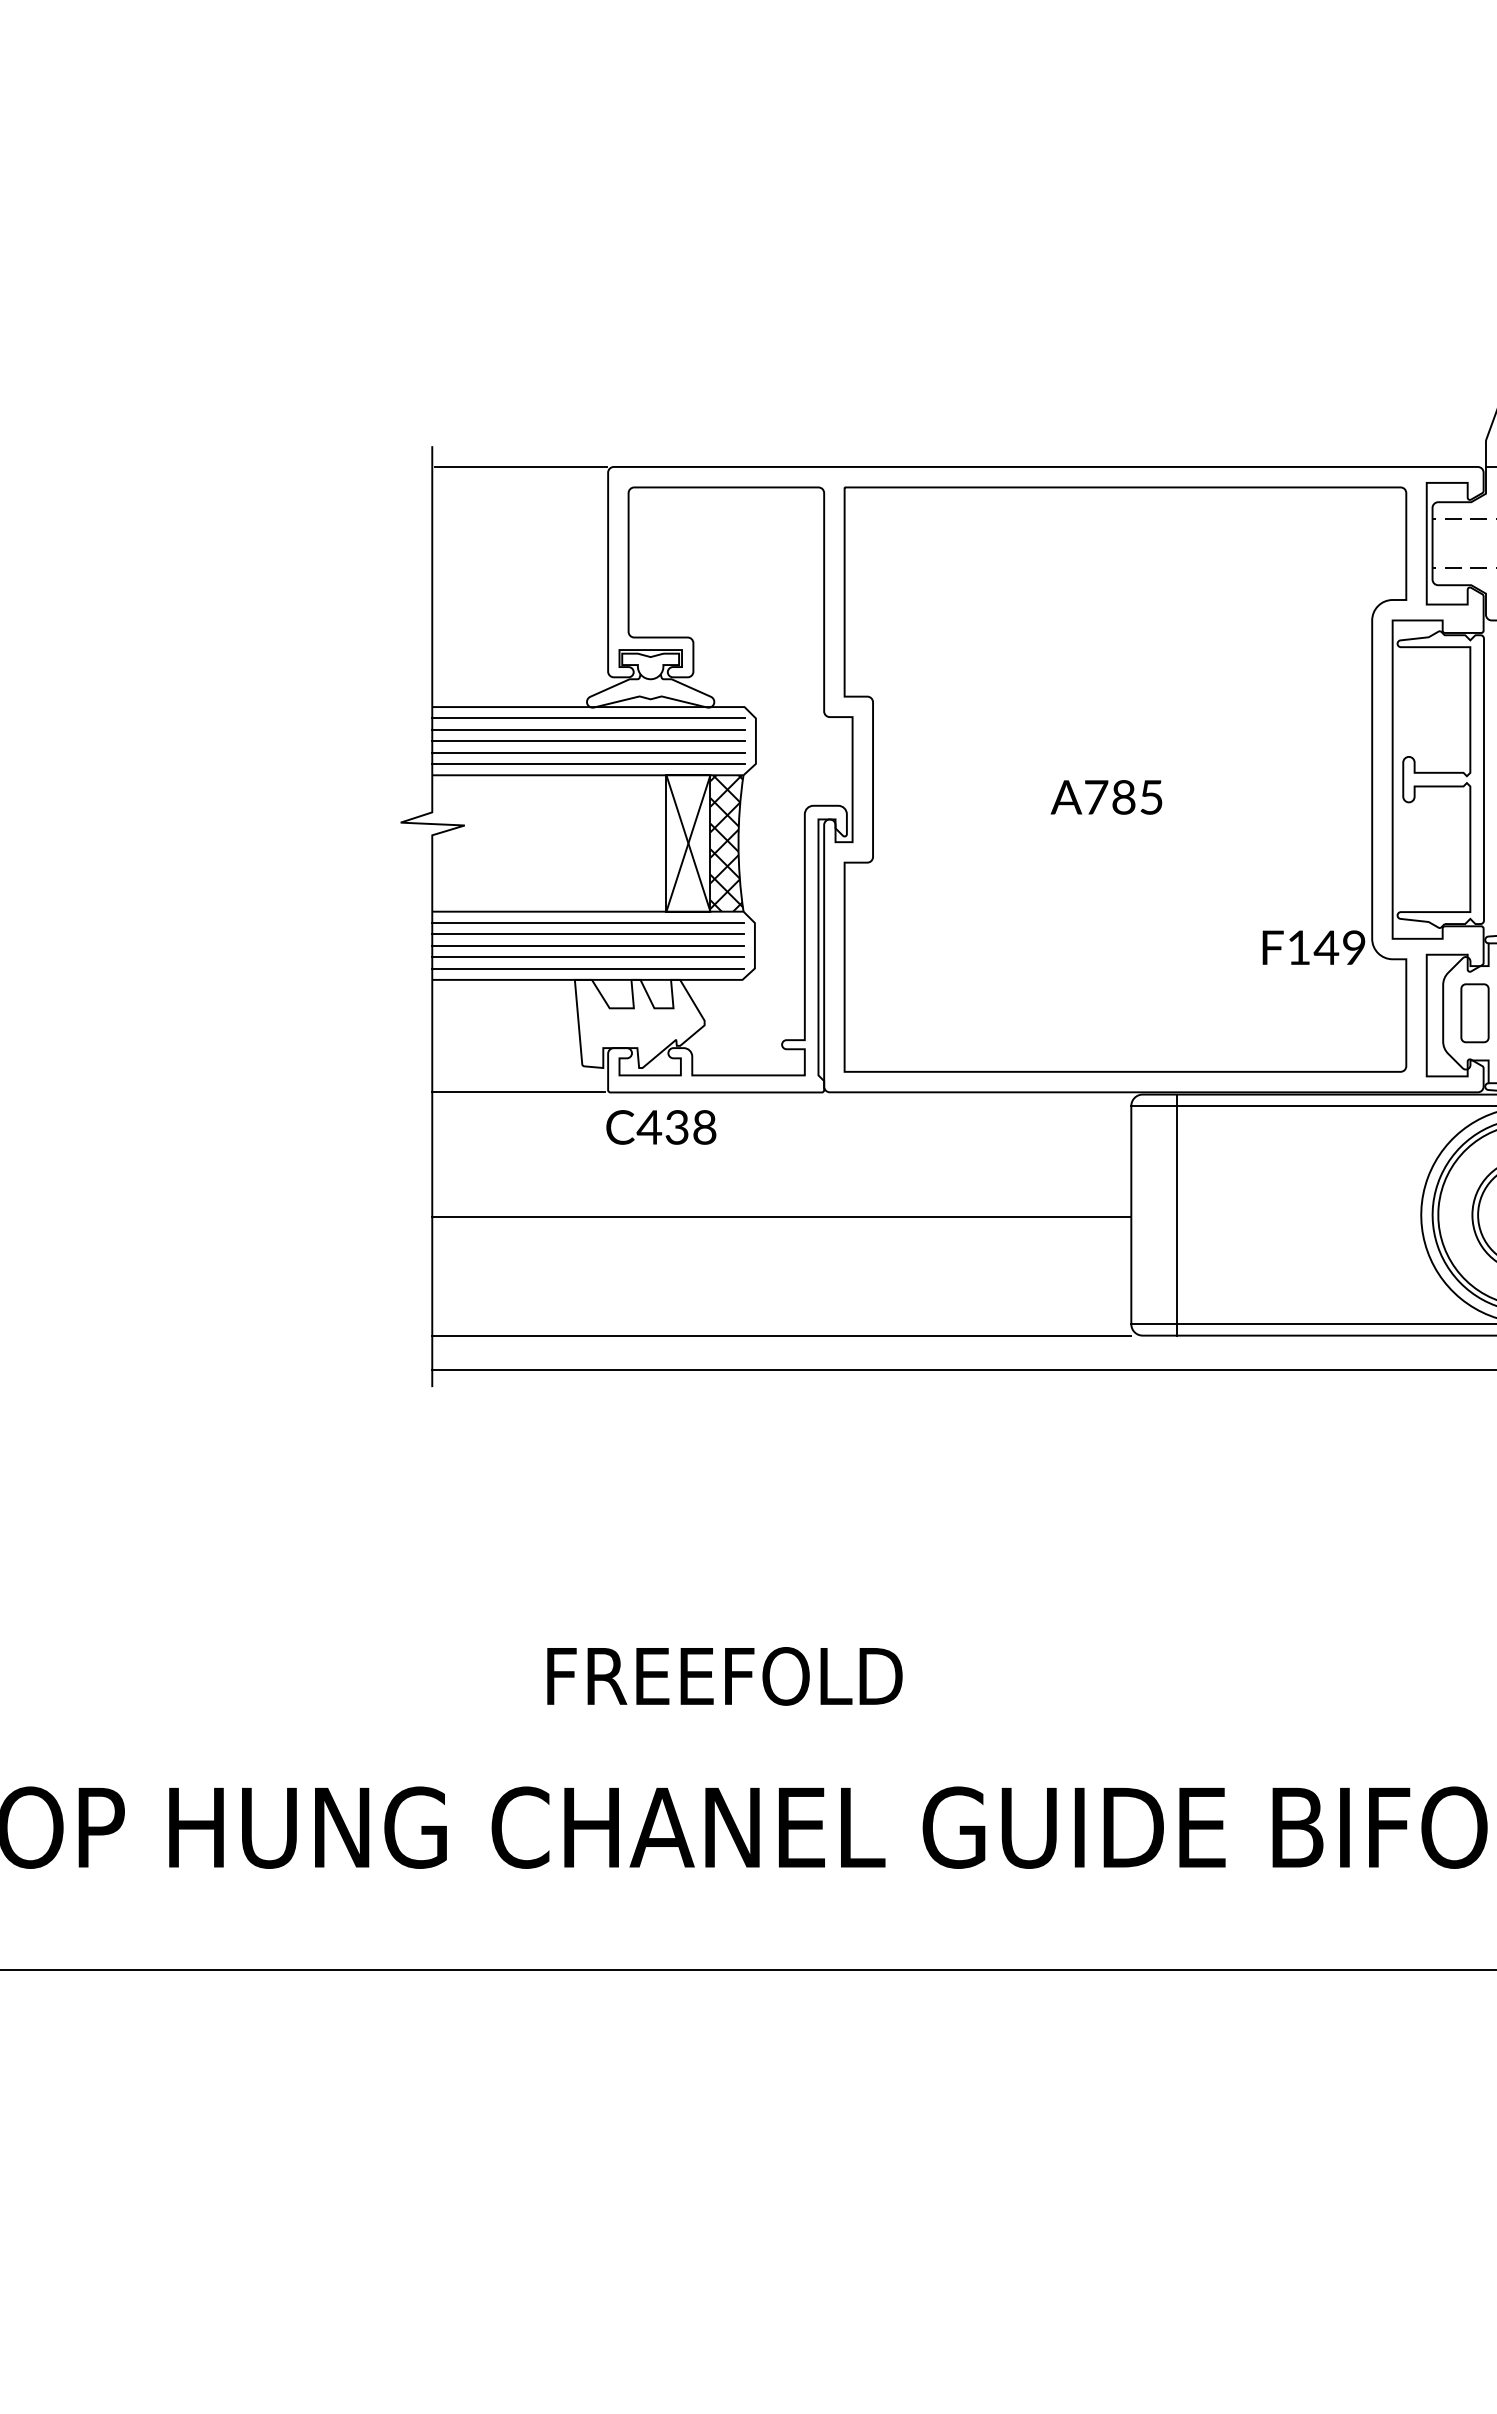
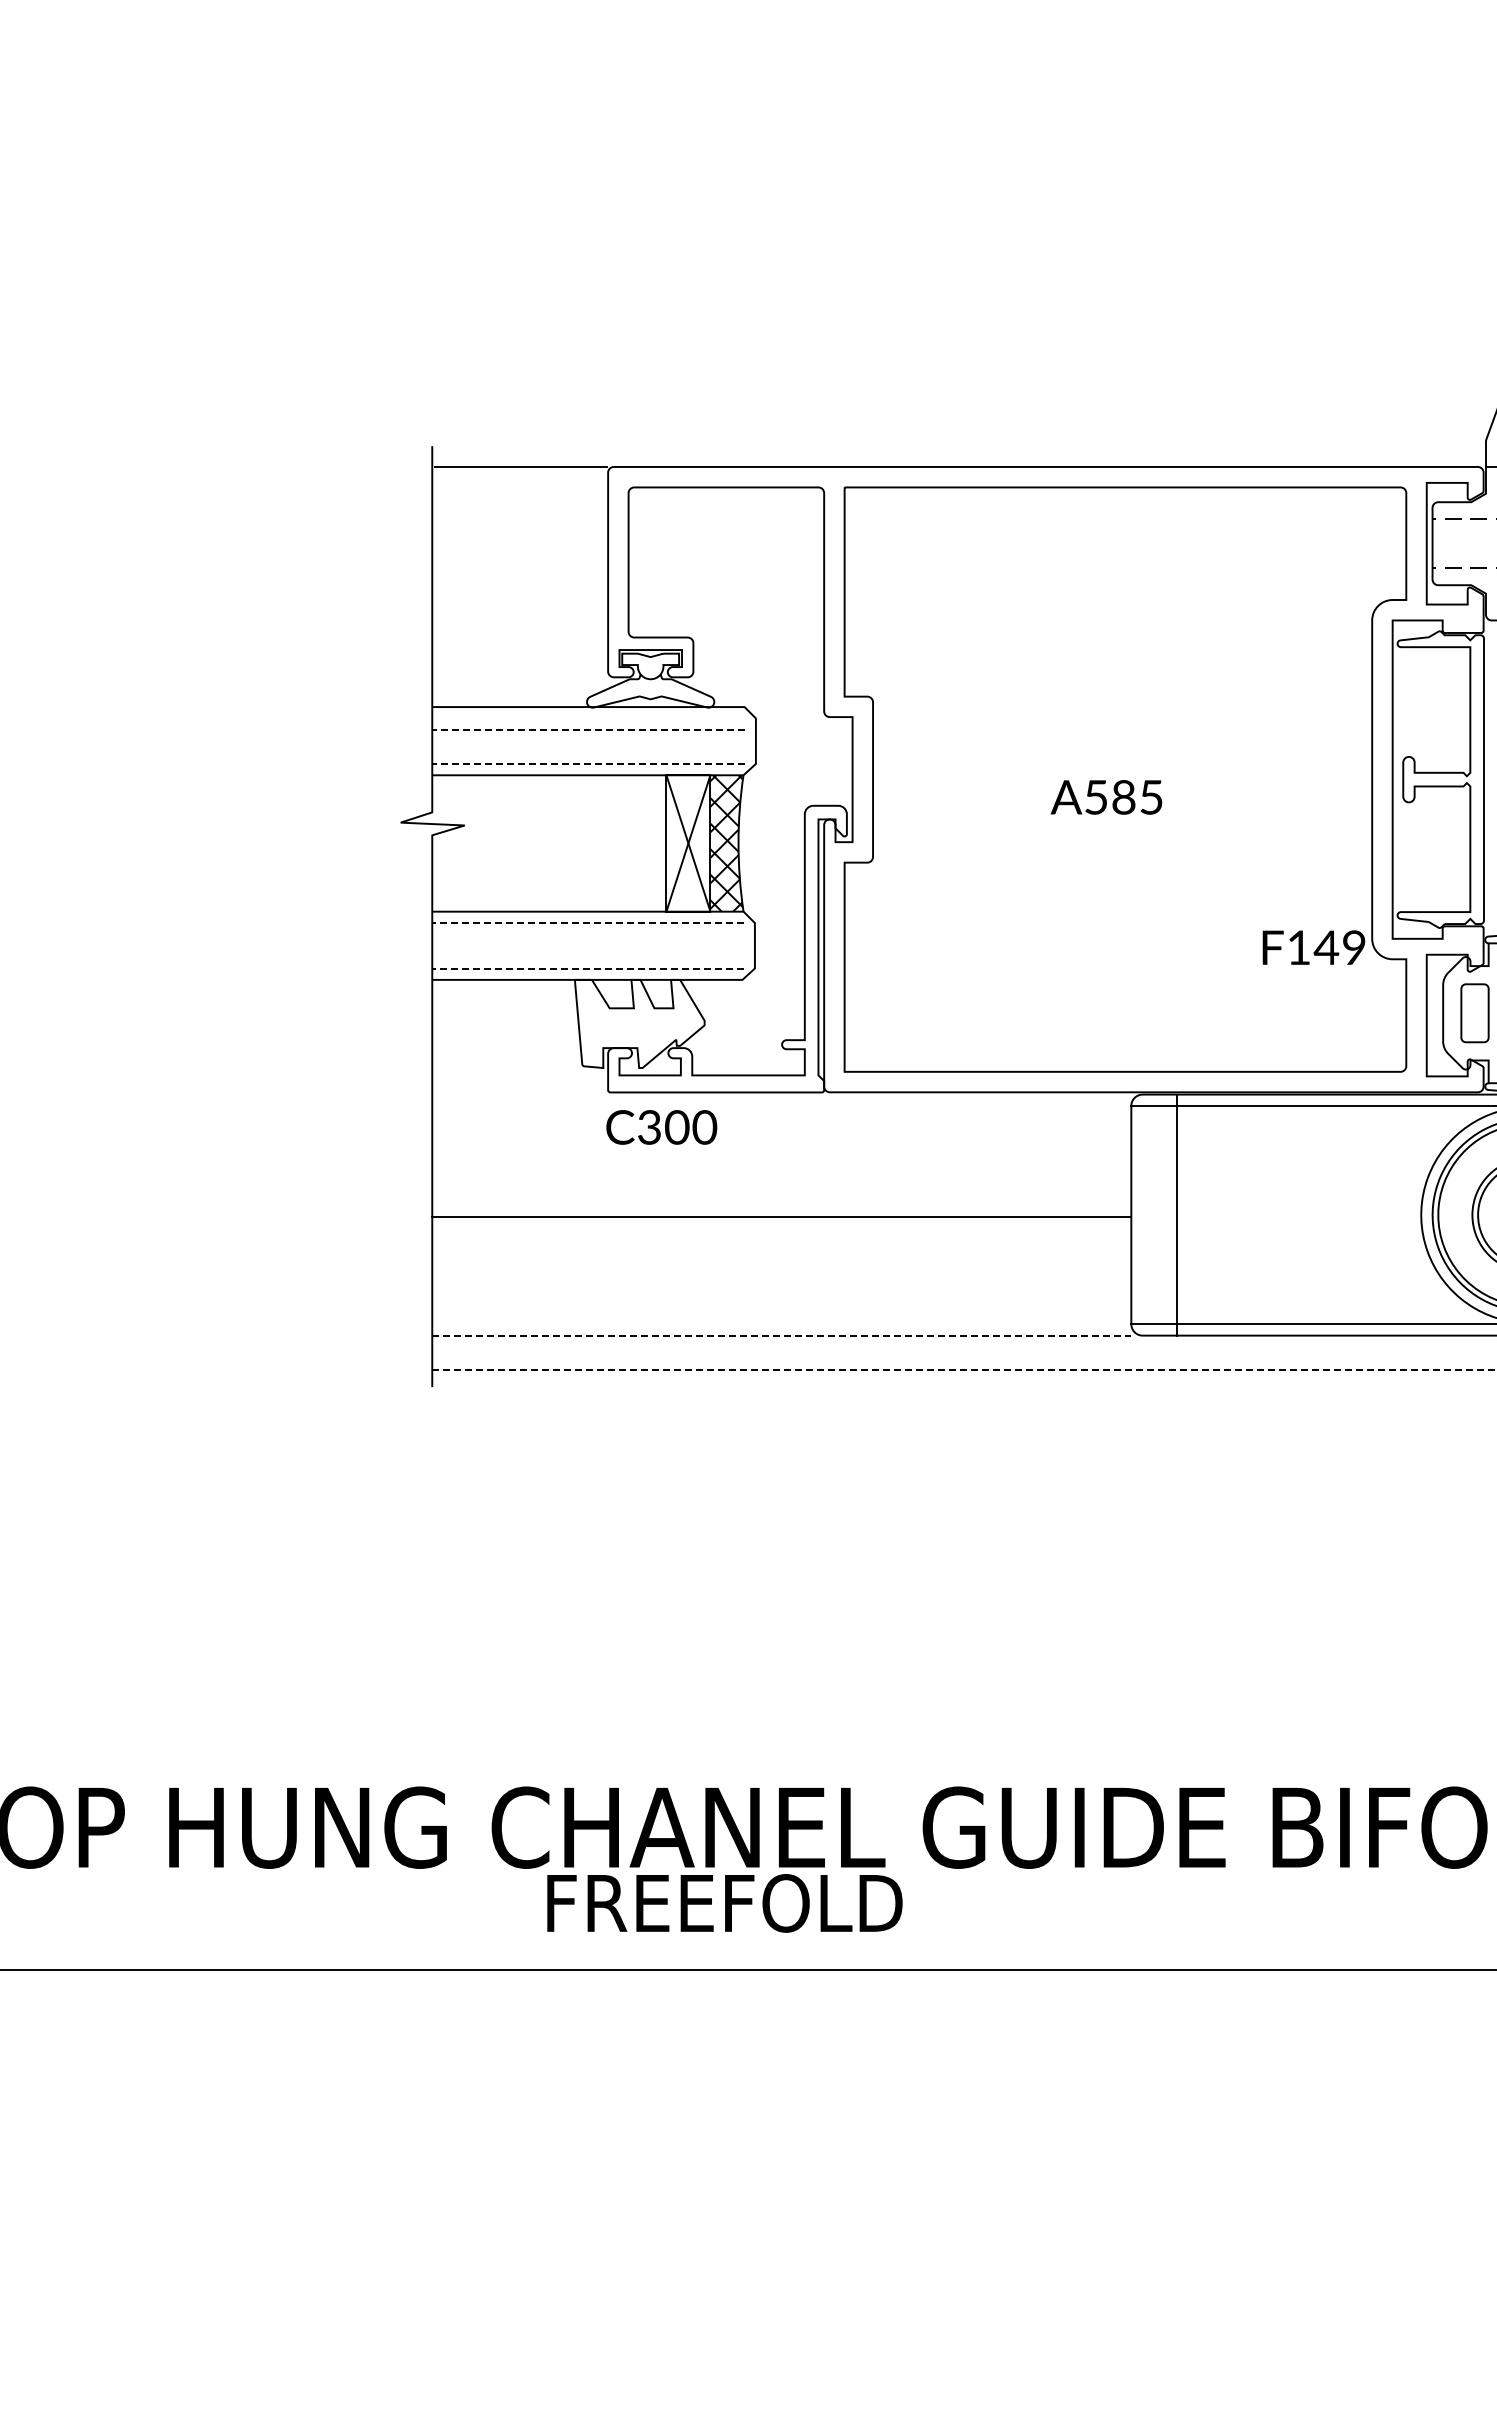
line at (588, 718): present -> none
line at (587, 729): solid -> dashed
line at (588, 741): present -> none
line at (588, 752): present -> none
line at (587, 763): solid -> dashed
text at (1096, 797): A785 -> A585
line at (587, 923): solid -> dashed
line at (587, 934): present -> none
line at (587, 945): present -> none
line at (587, 957): present -> none
line at (587, 968): solid -> dashed
line at (518, 1092): present -> none
text at (676, 1127): C438 -> C300
line at (781, 1335): solid -> dashed
line at (964, 1369): solid -> dashed
text at (724, 1676) position: (724, 1676) -> (724, 1903)
